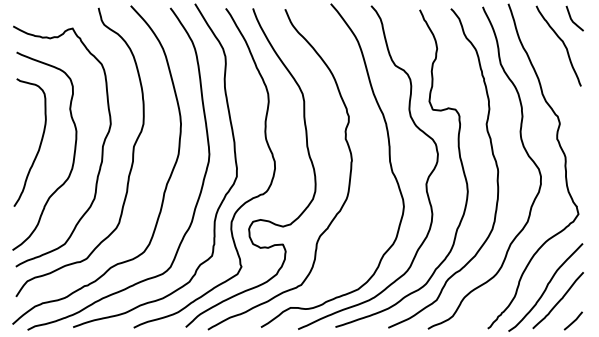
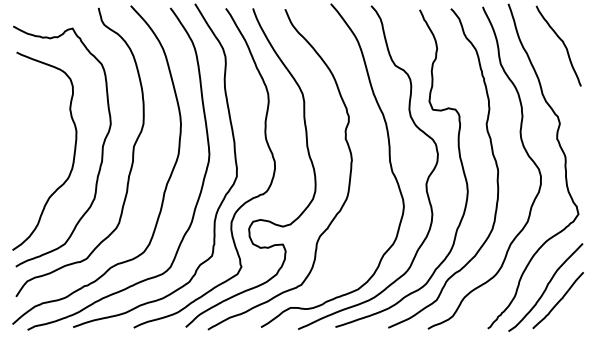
curve at (572, 19): present -> none
curve at (39, 144): present -> none
line at (573, 320): present -> none
